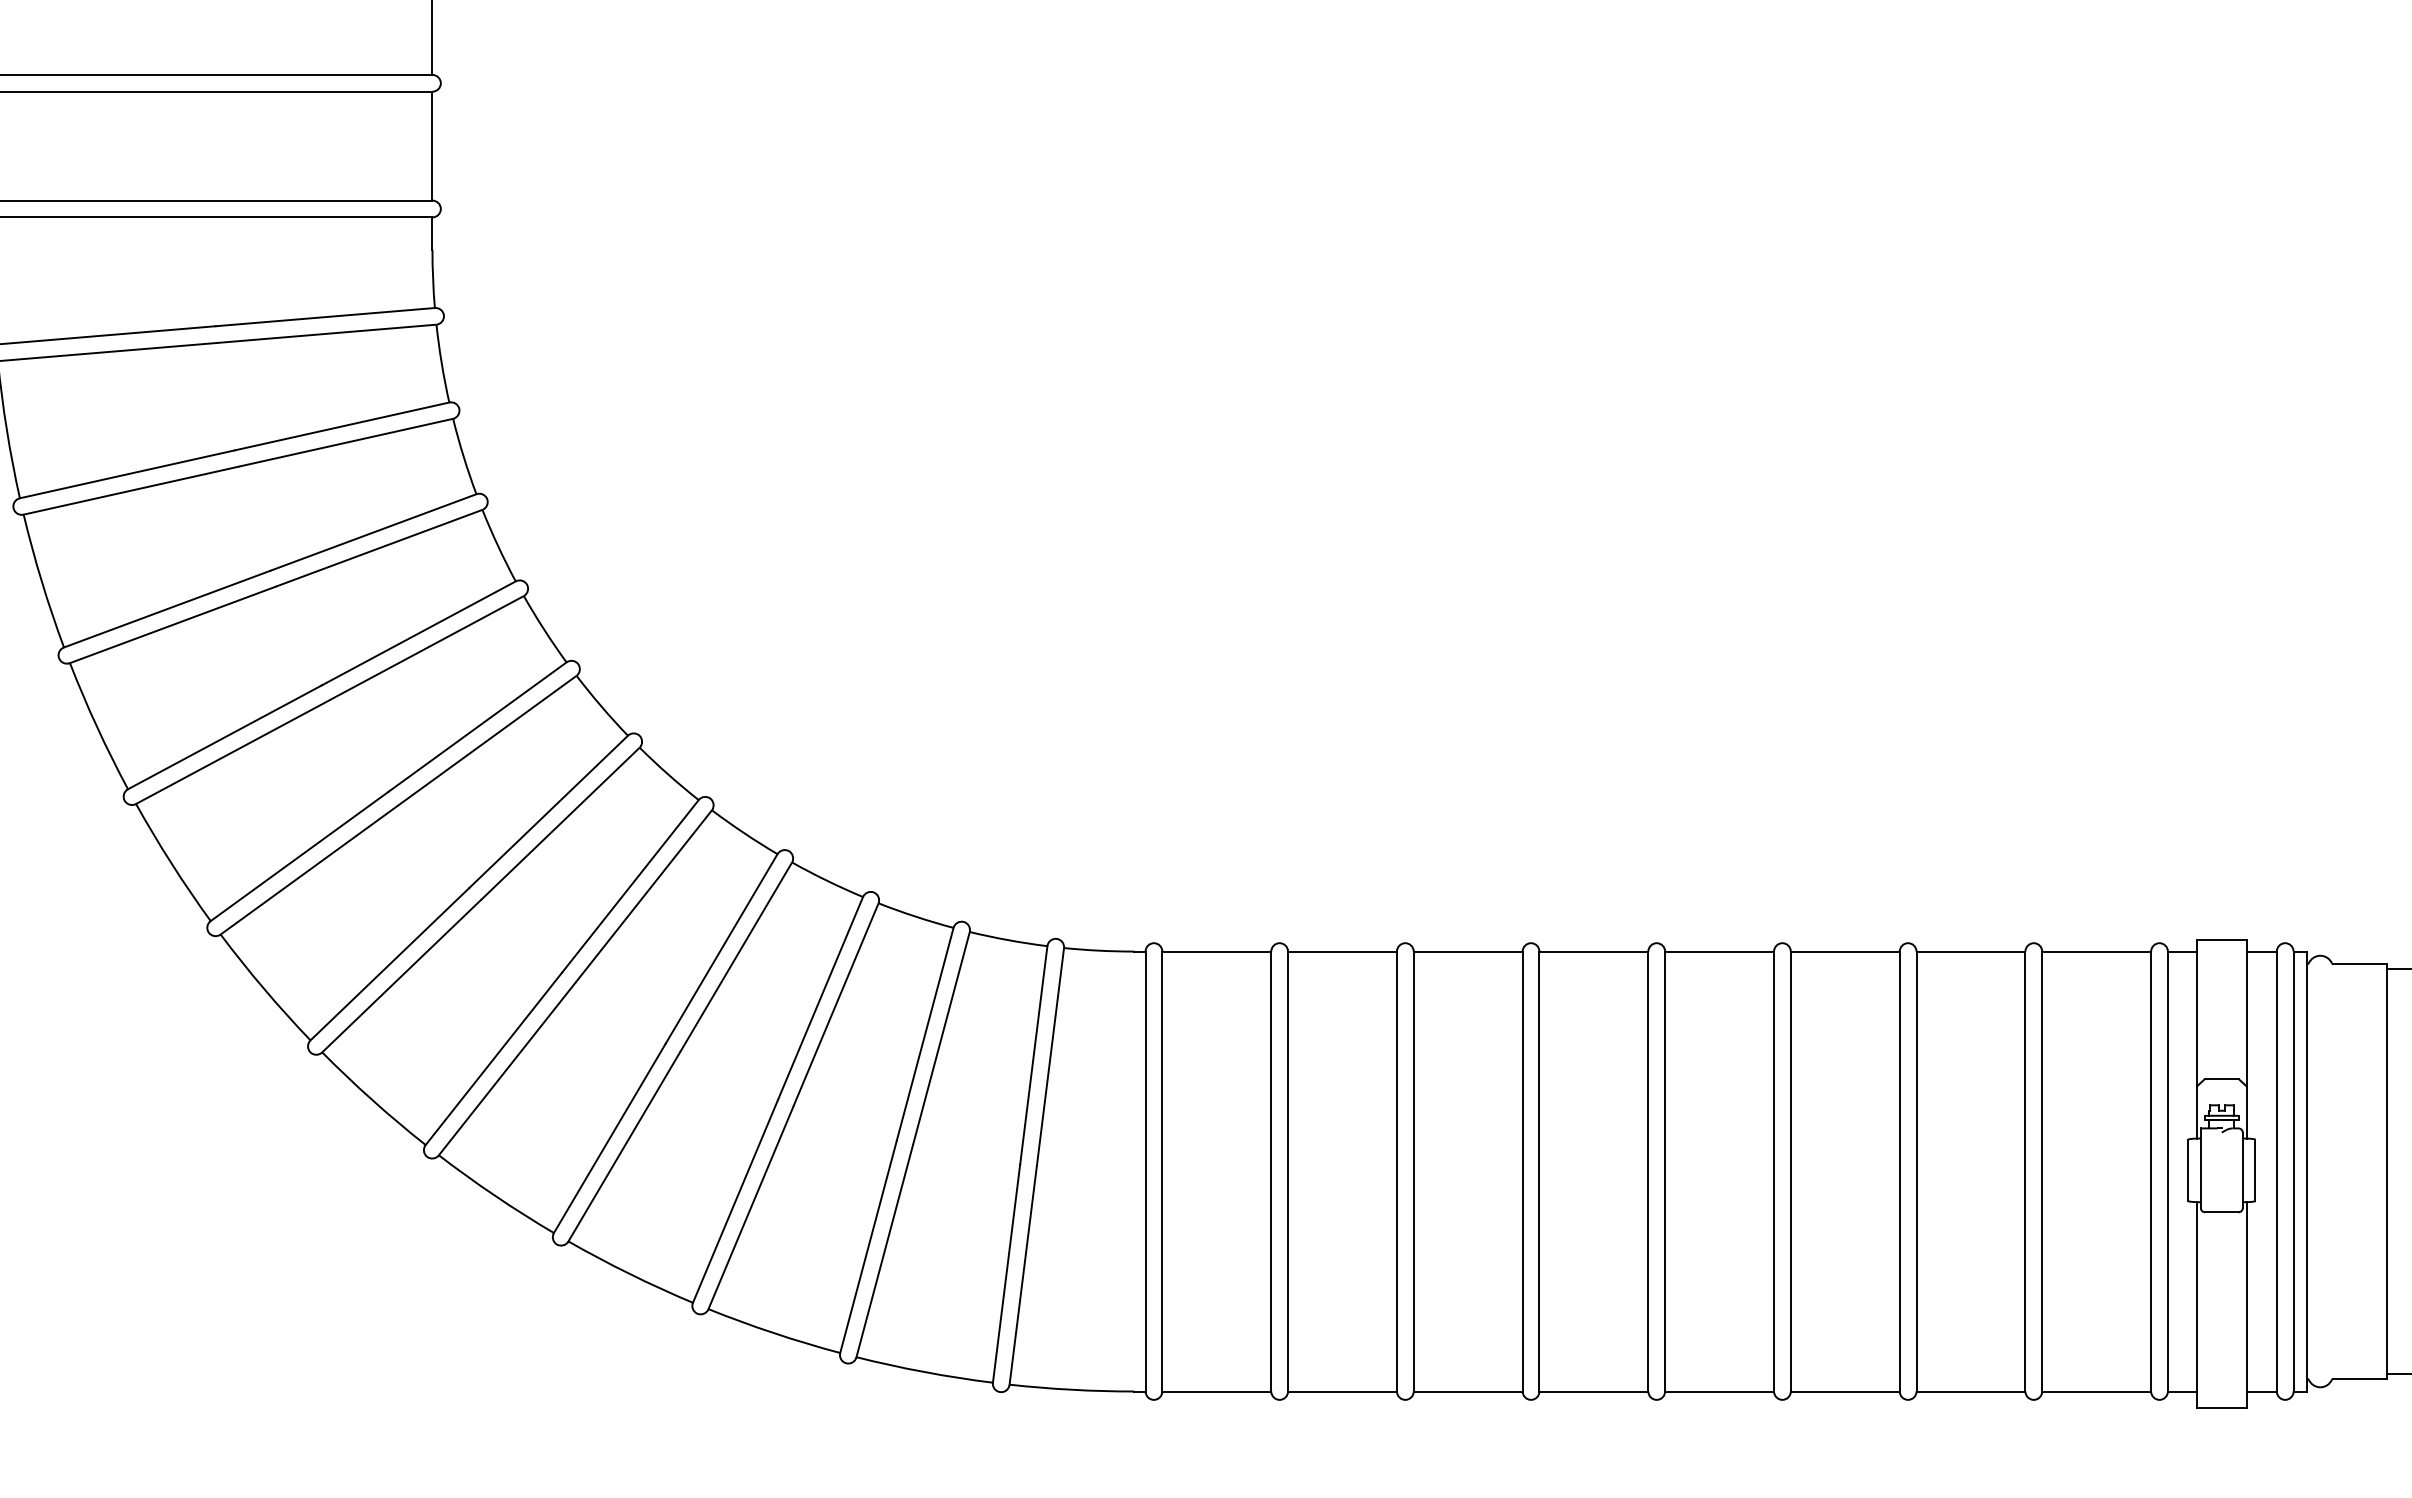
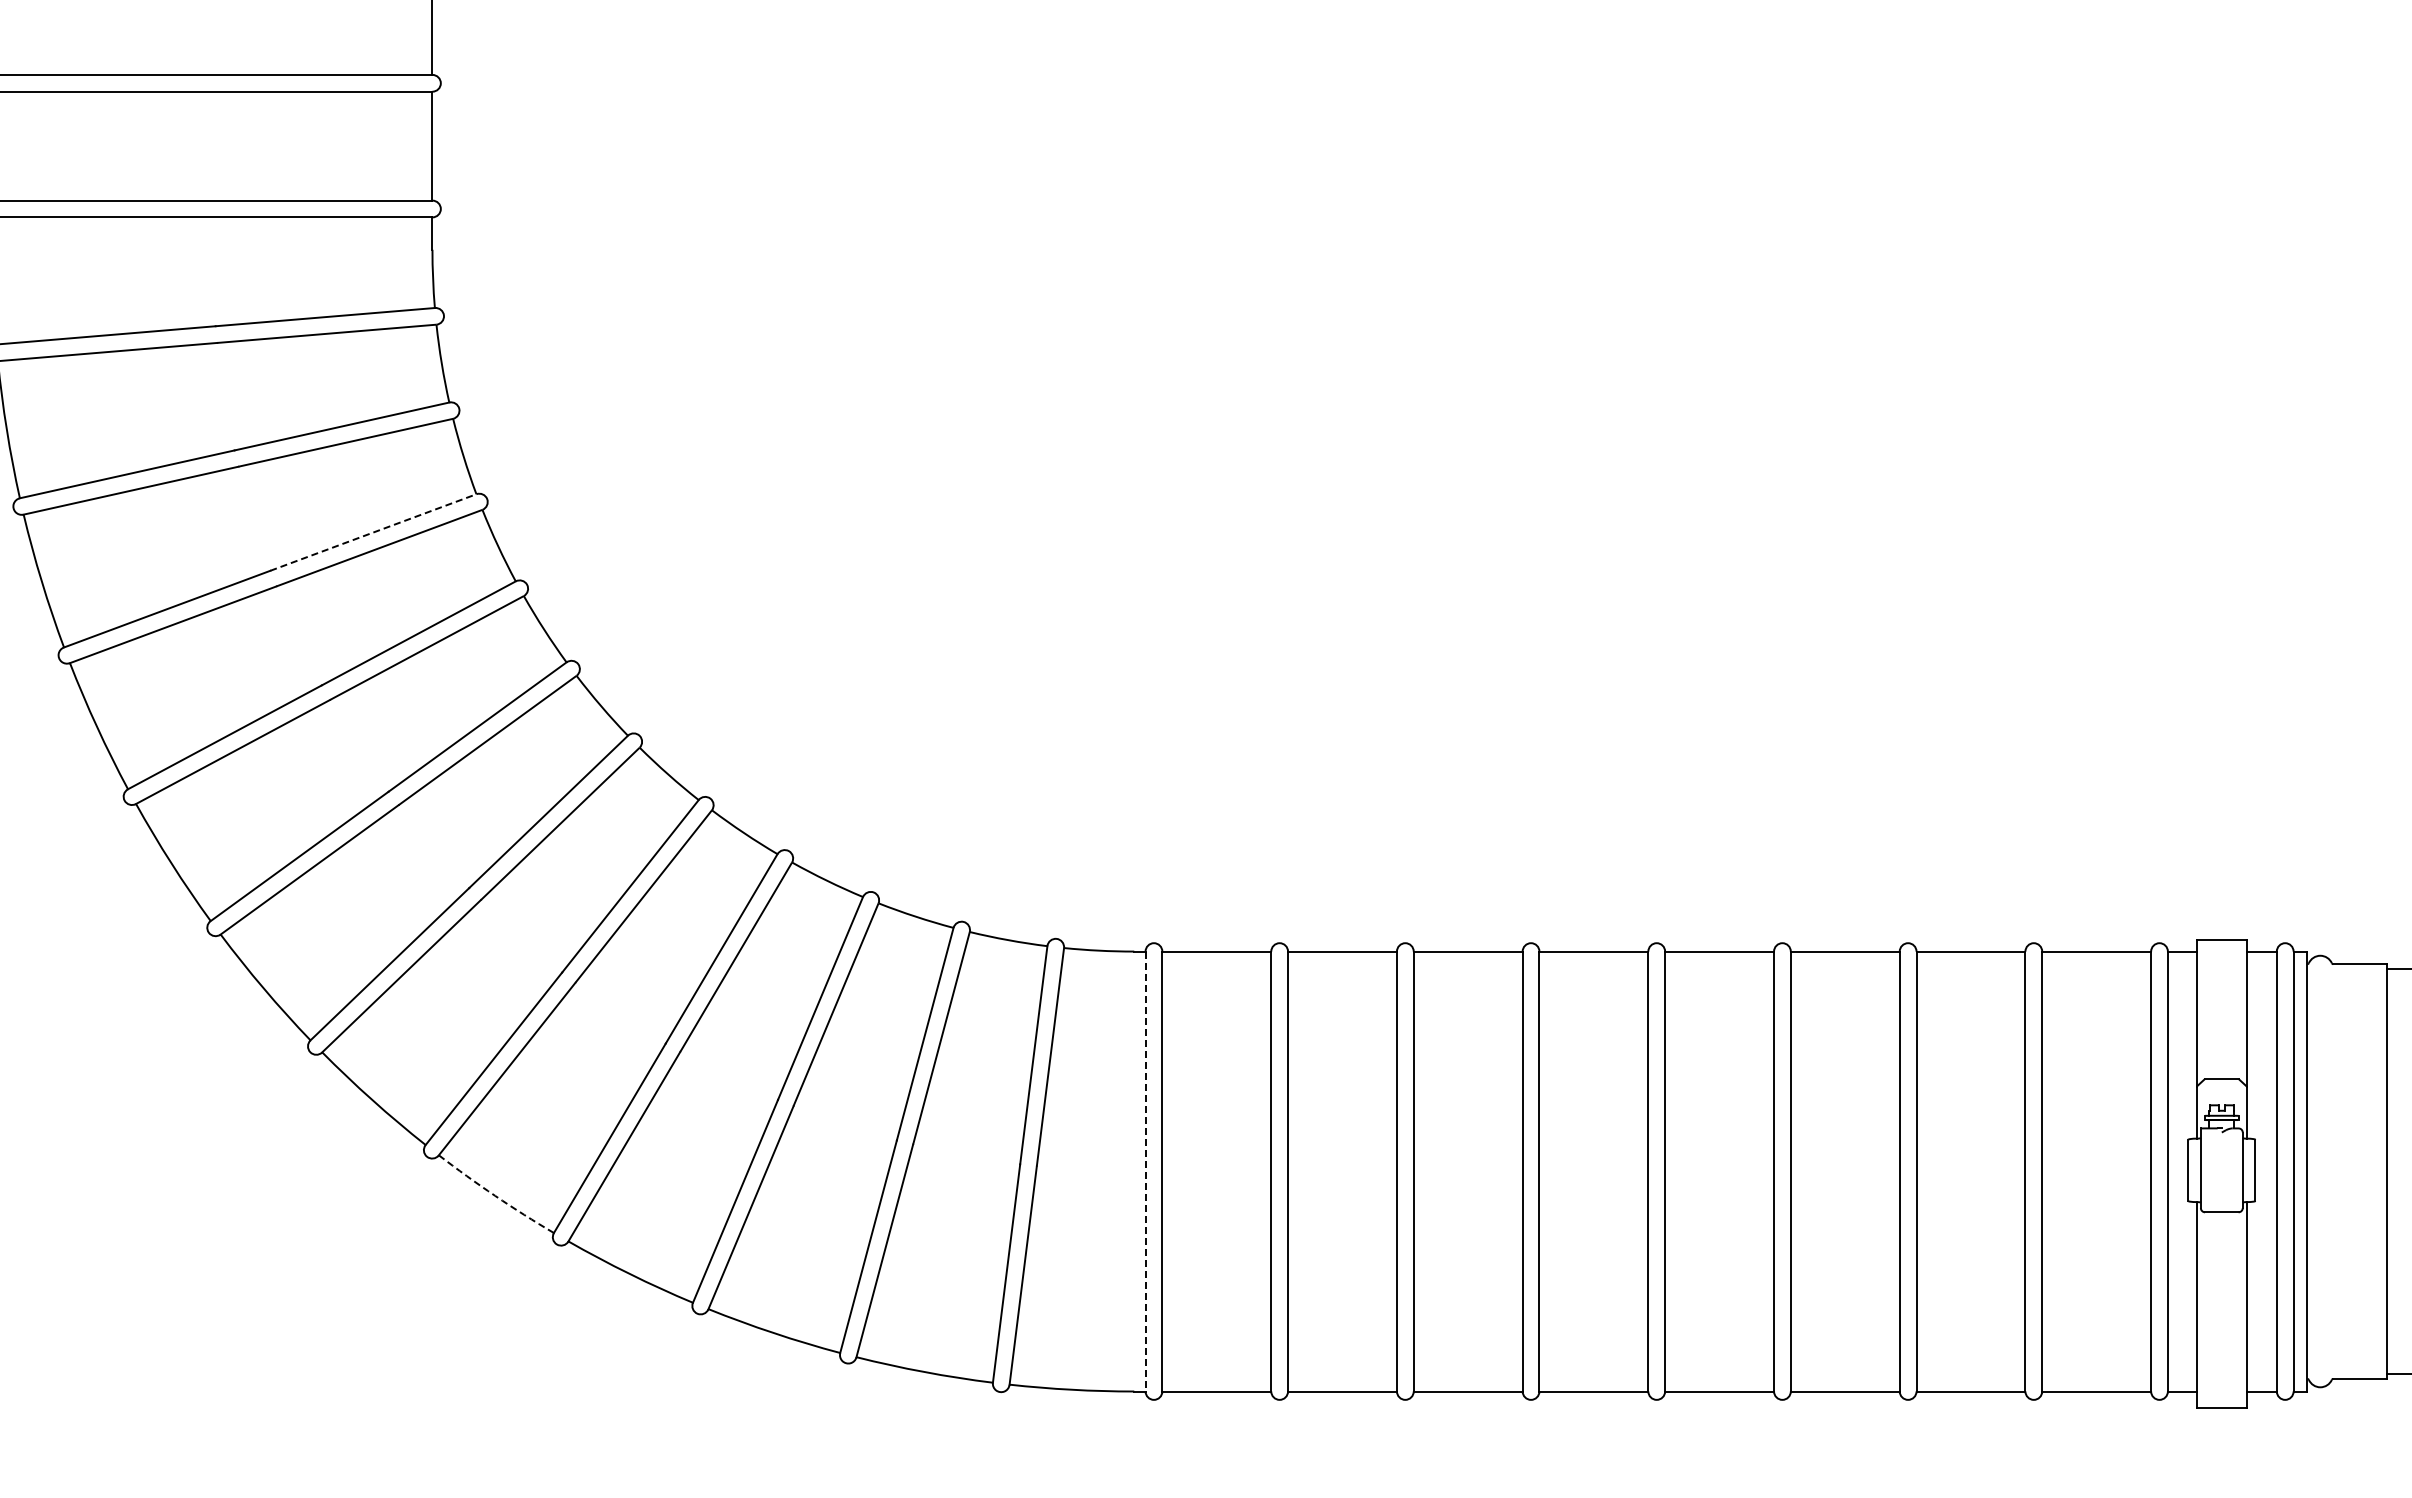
line at (373, 532): solid -> dashed
line at (1145, 1171): solid -> dashed
arc at (495, 1195): solid -> dashed
